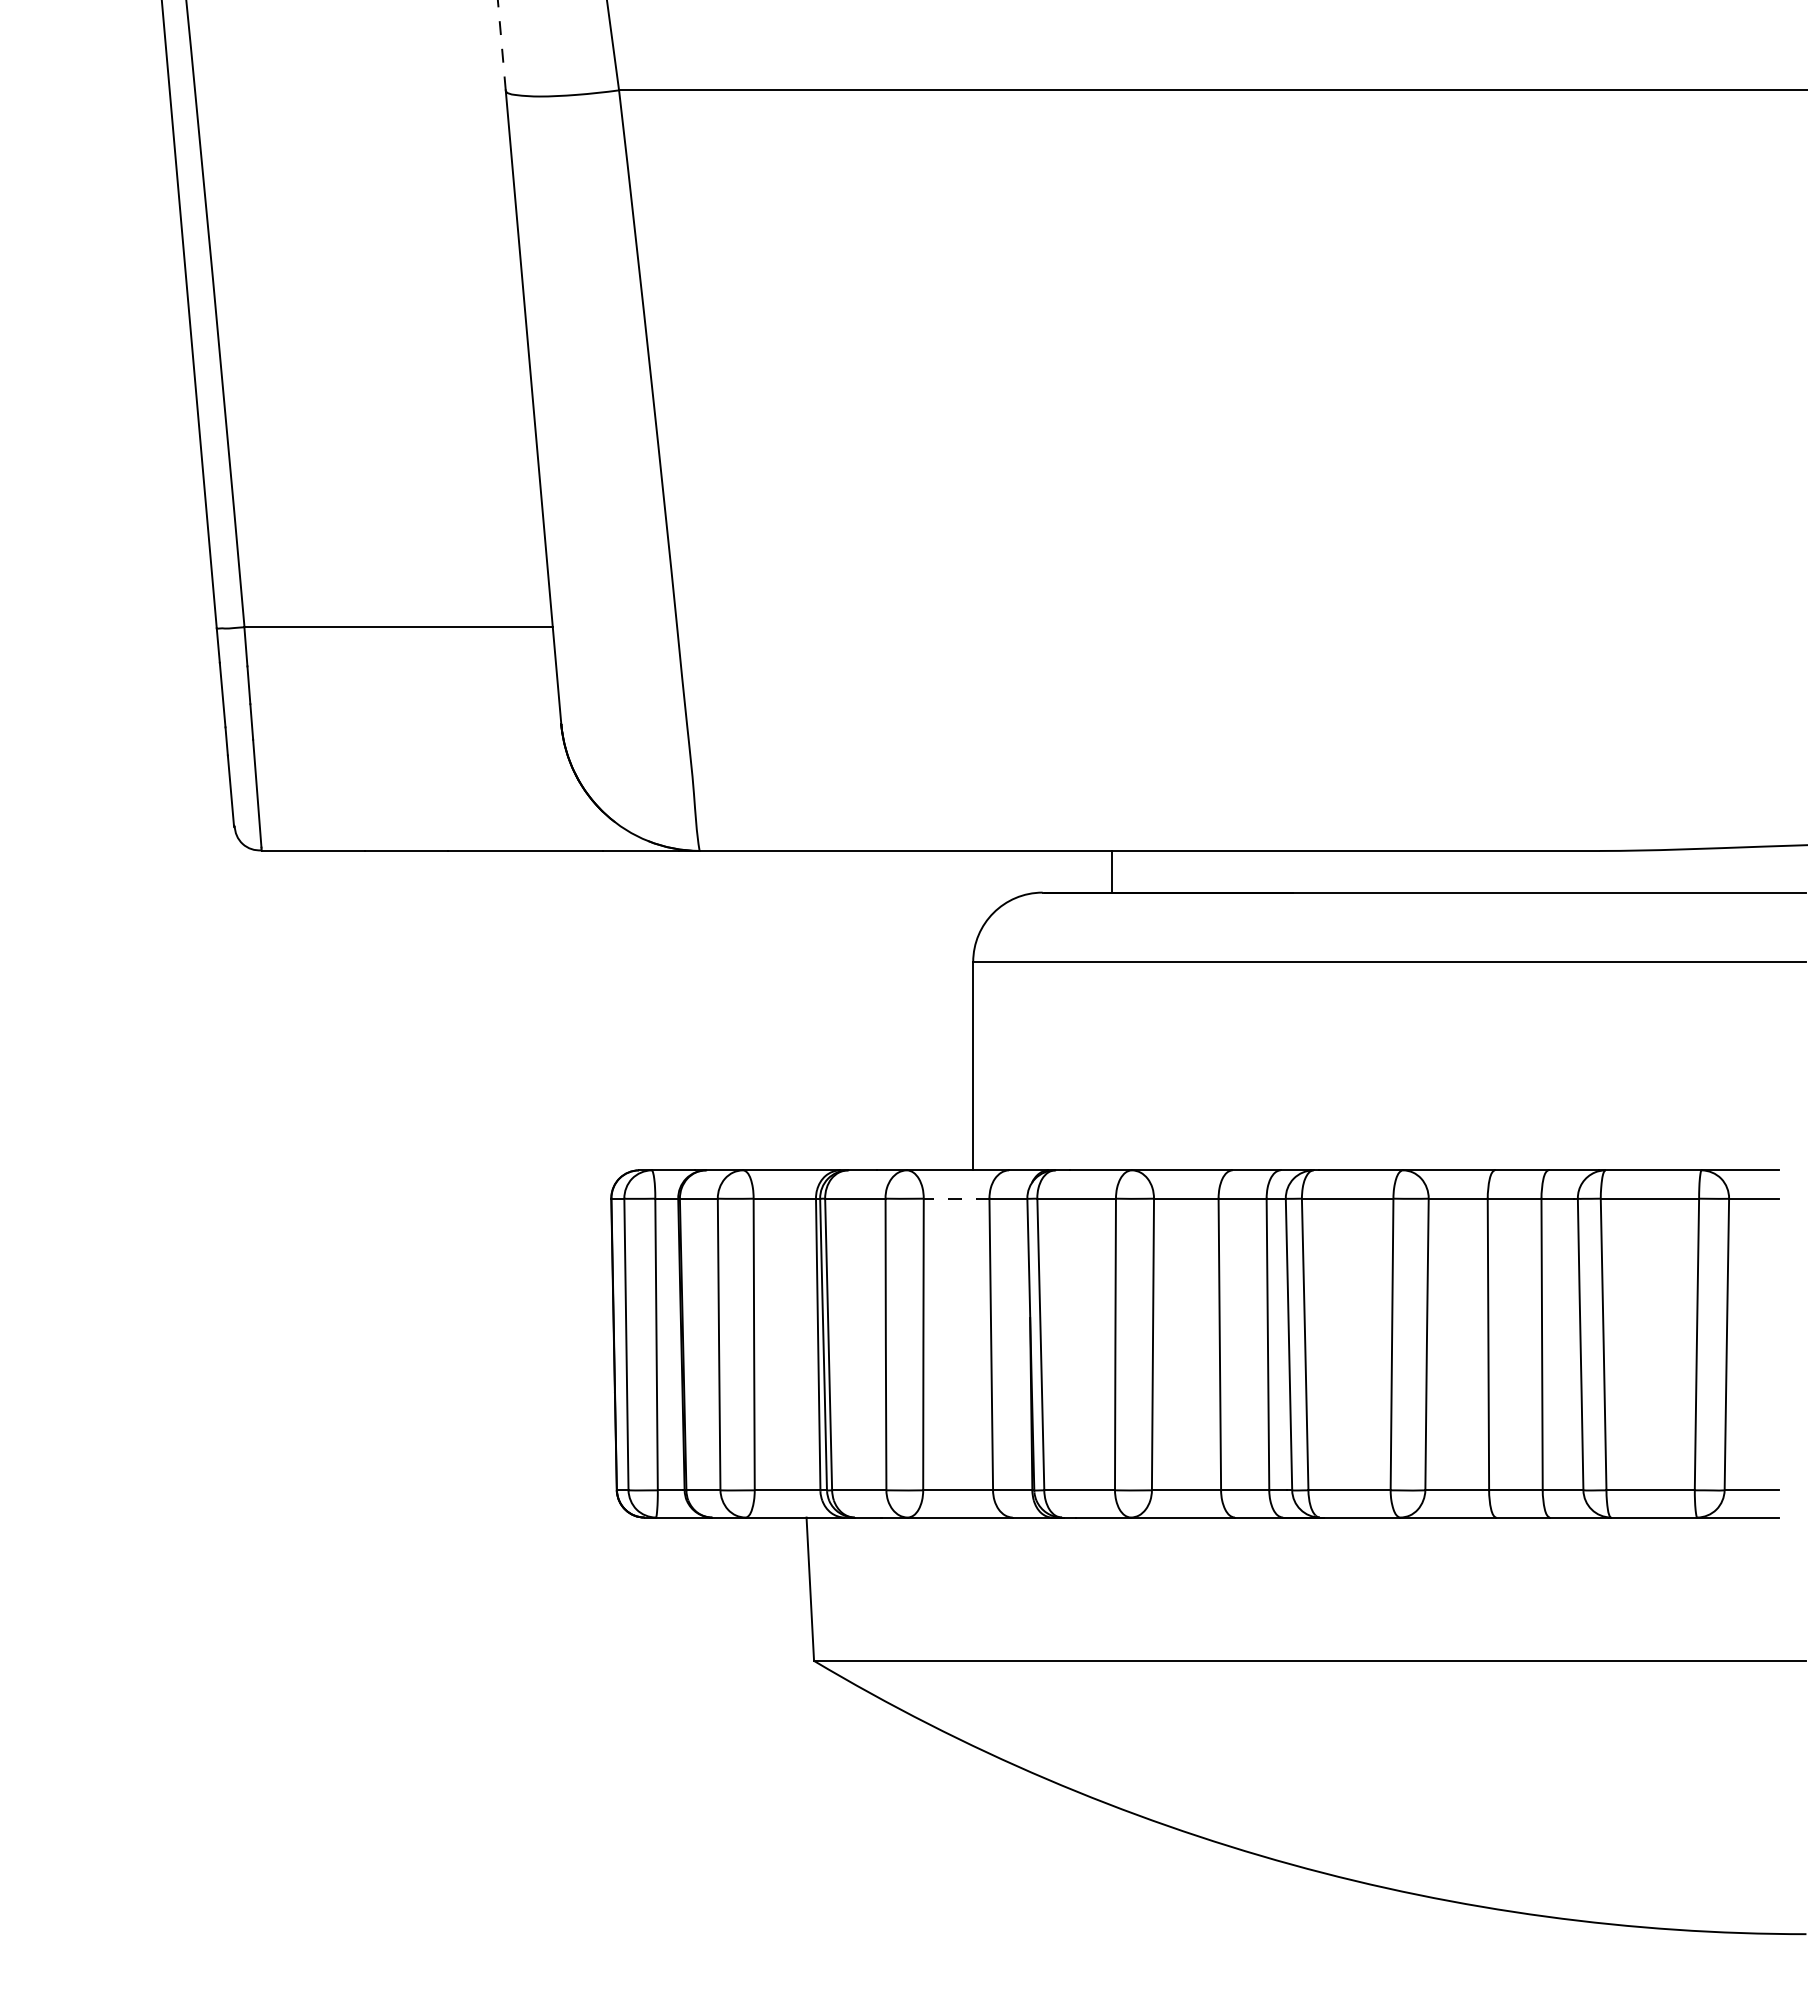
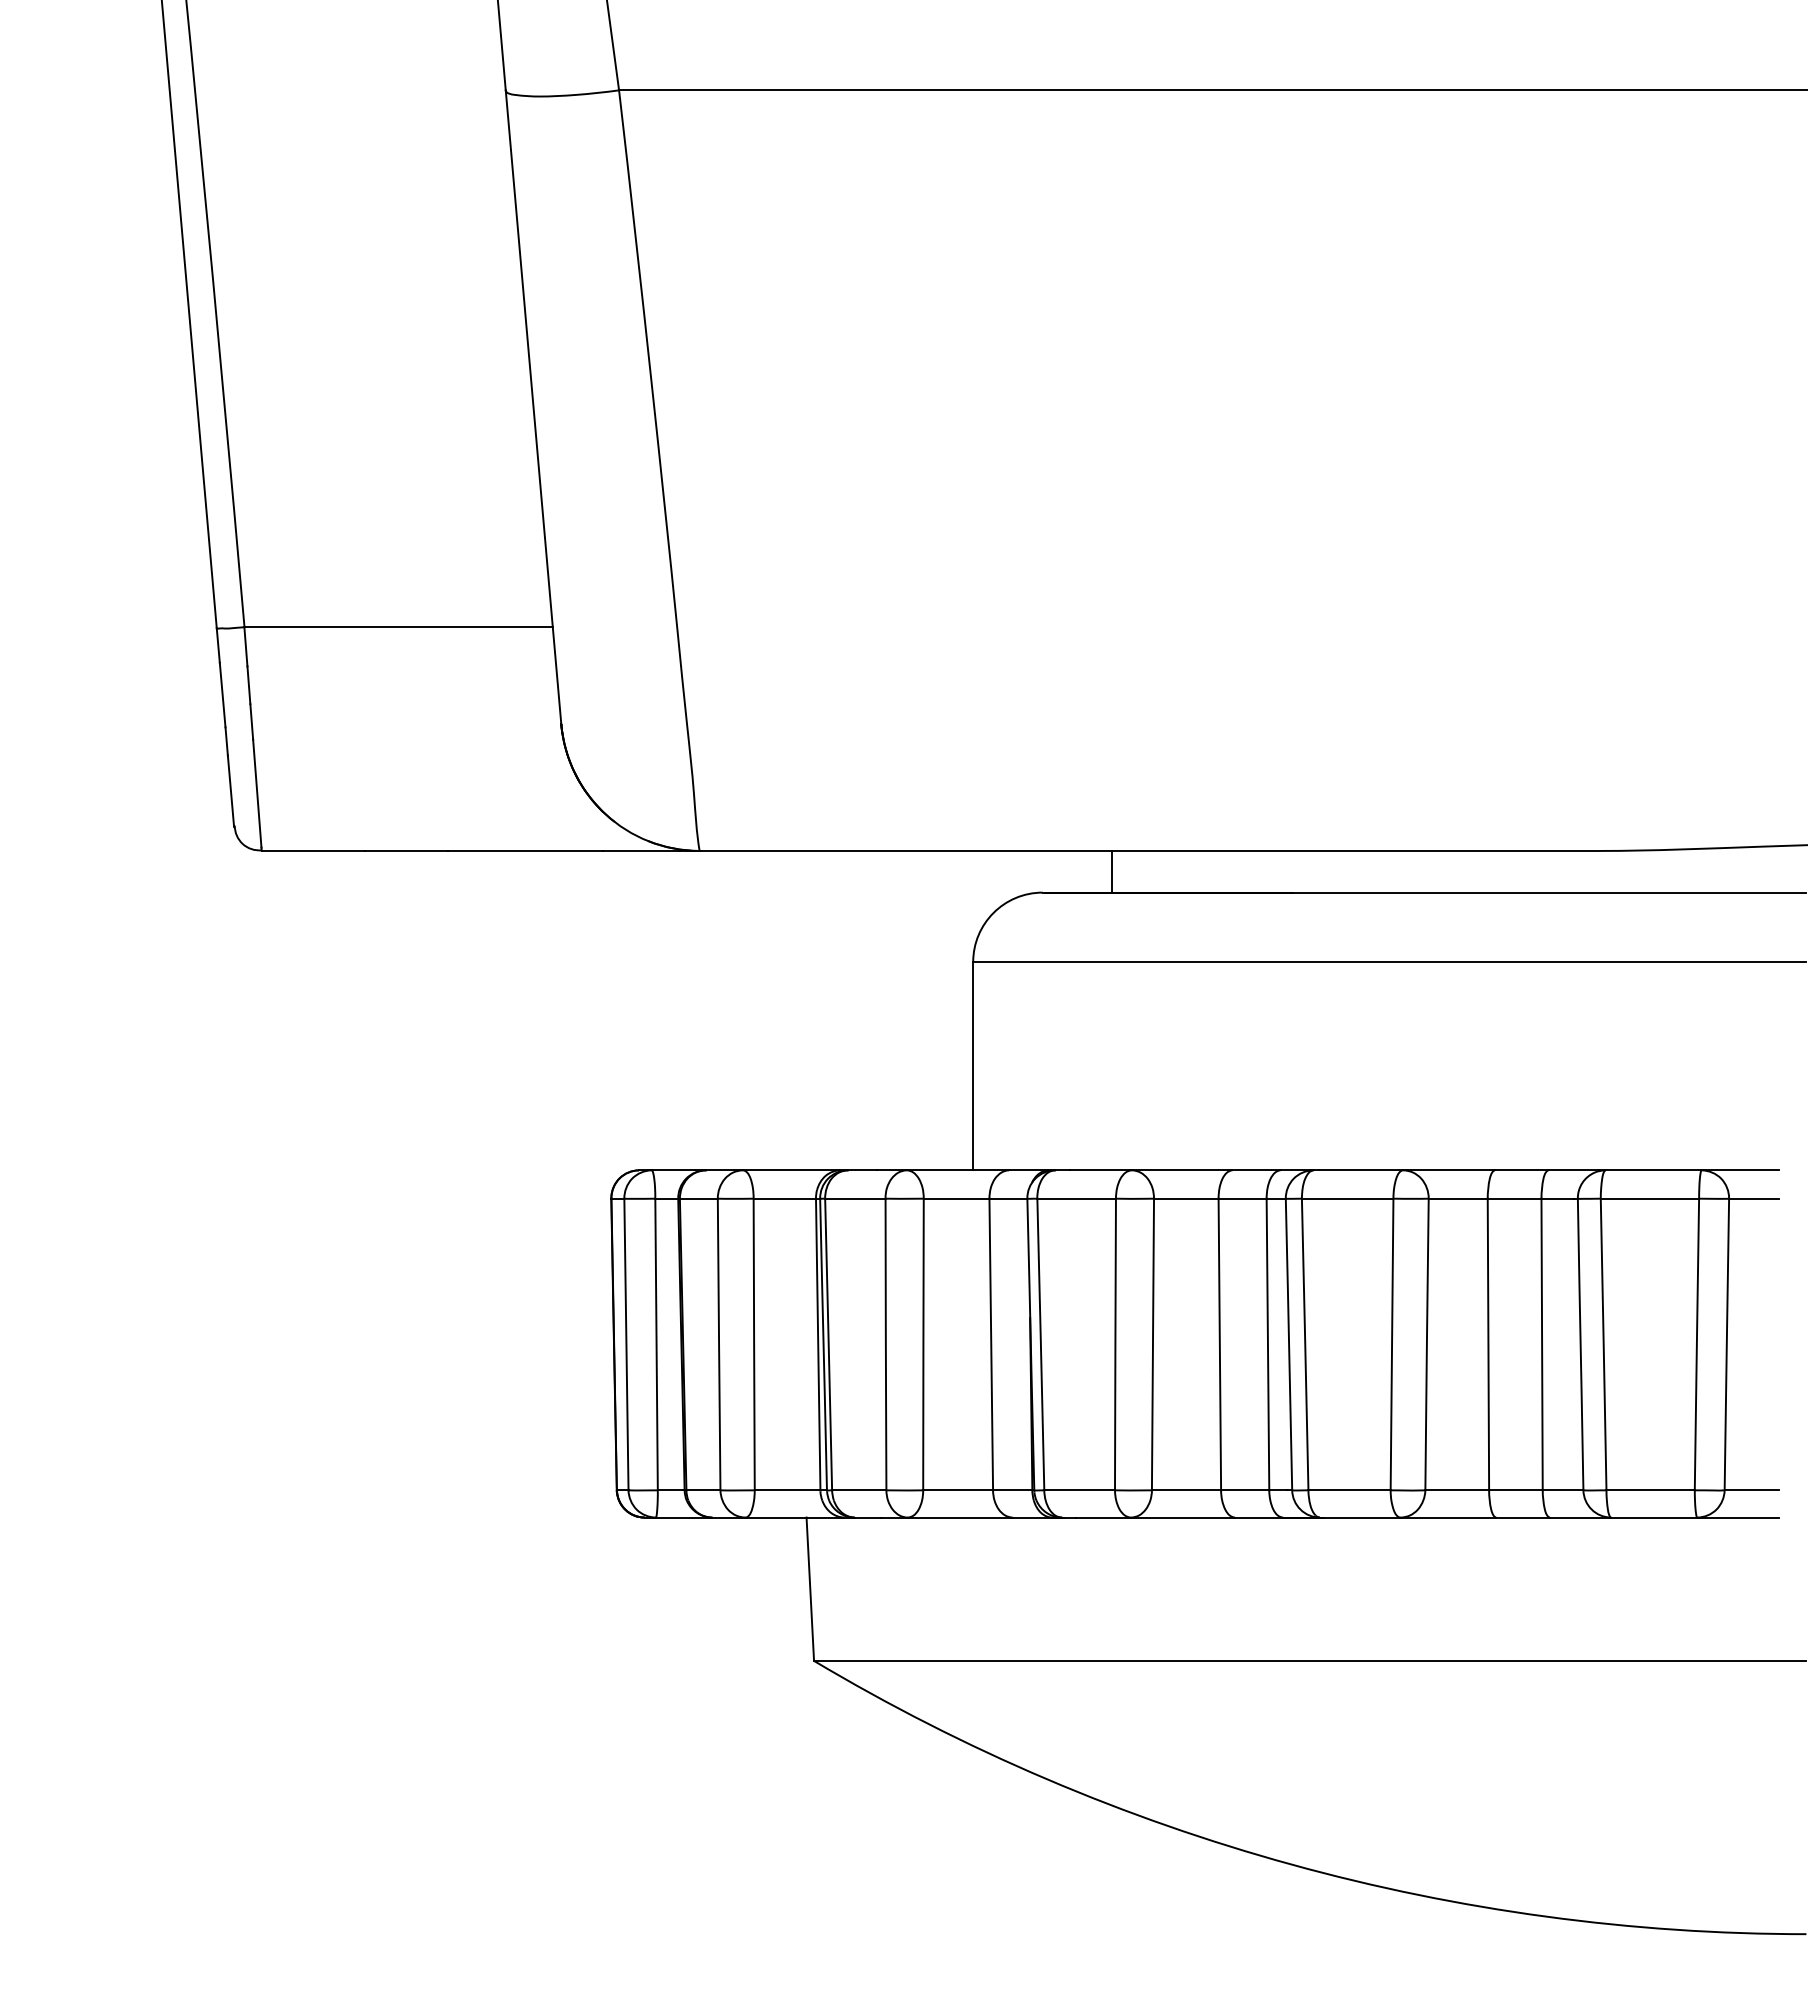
line at (501, 45): dashed -> solid
line at (956, 1198): dashed -> solid
